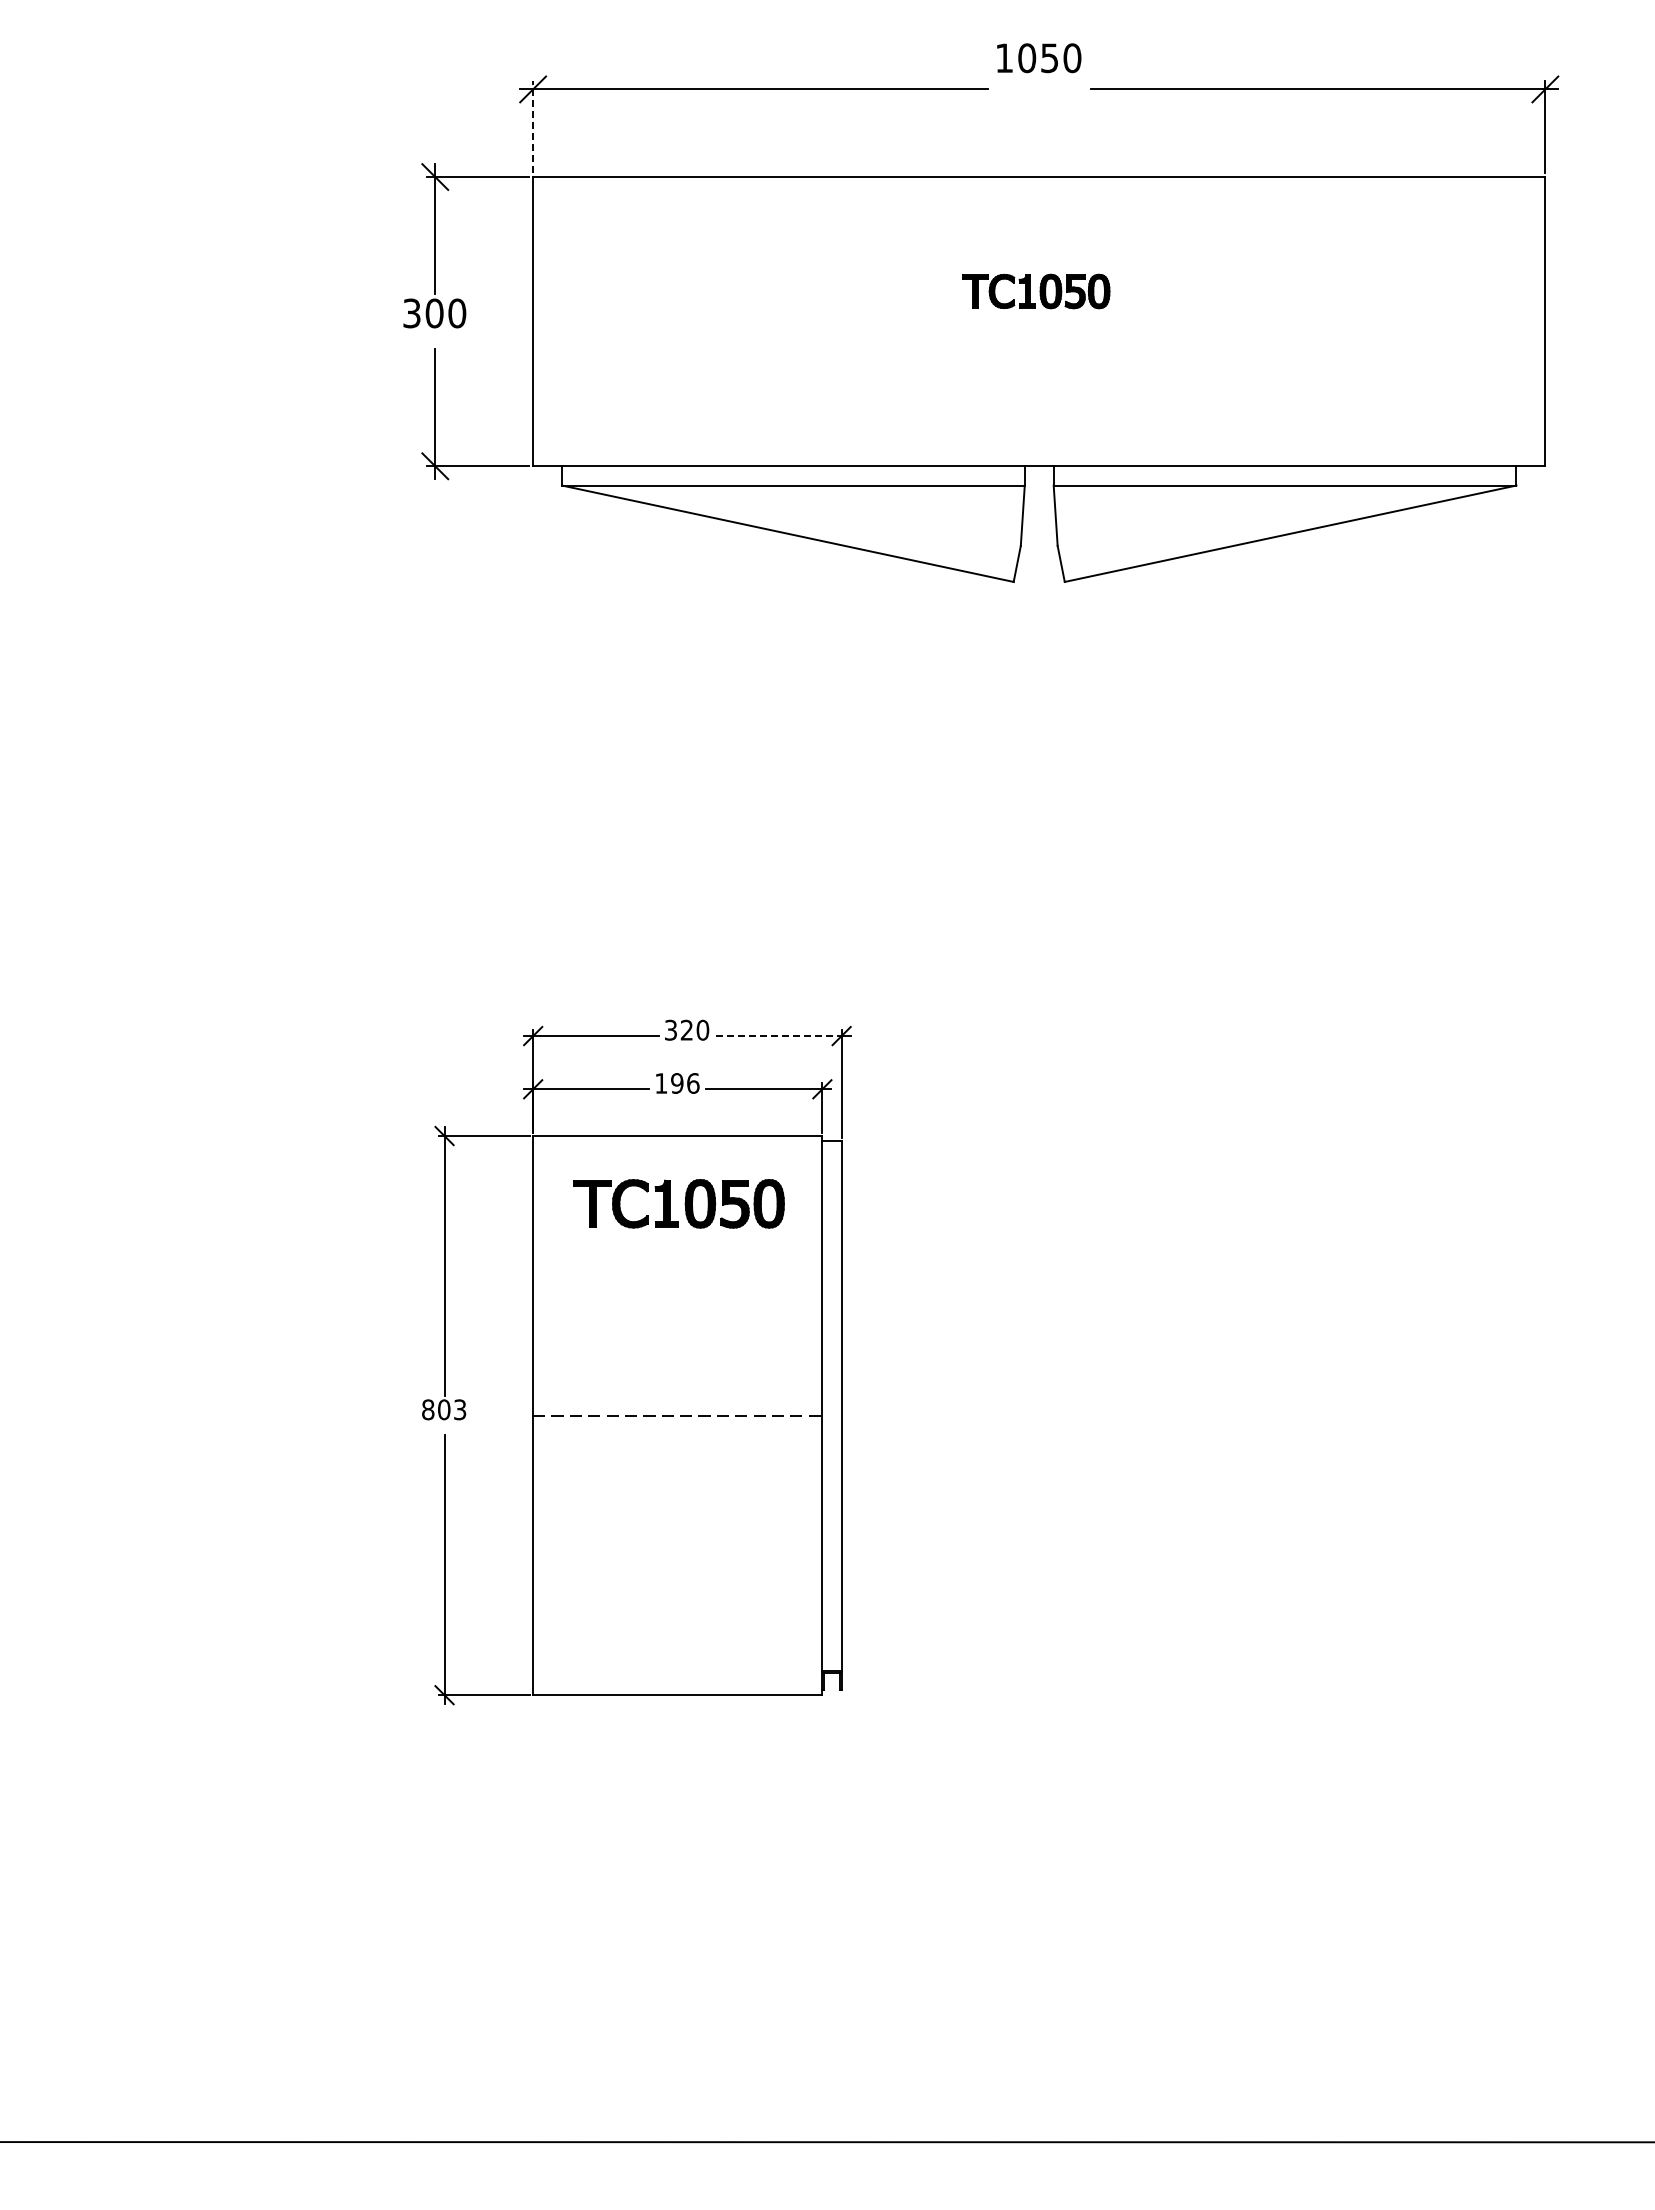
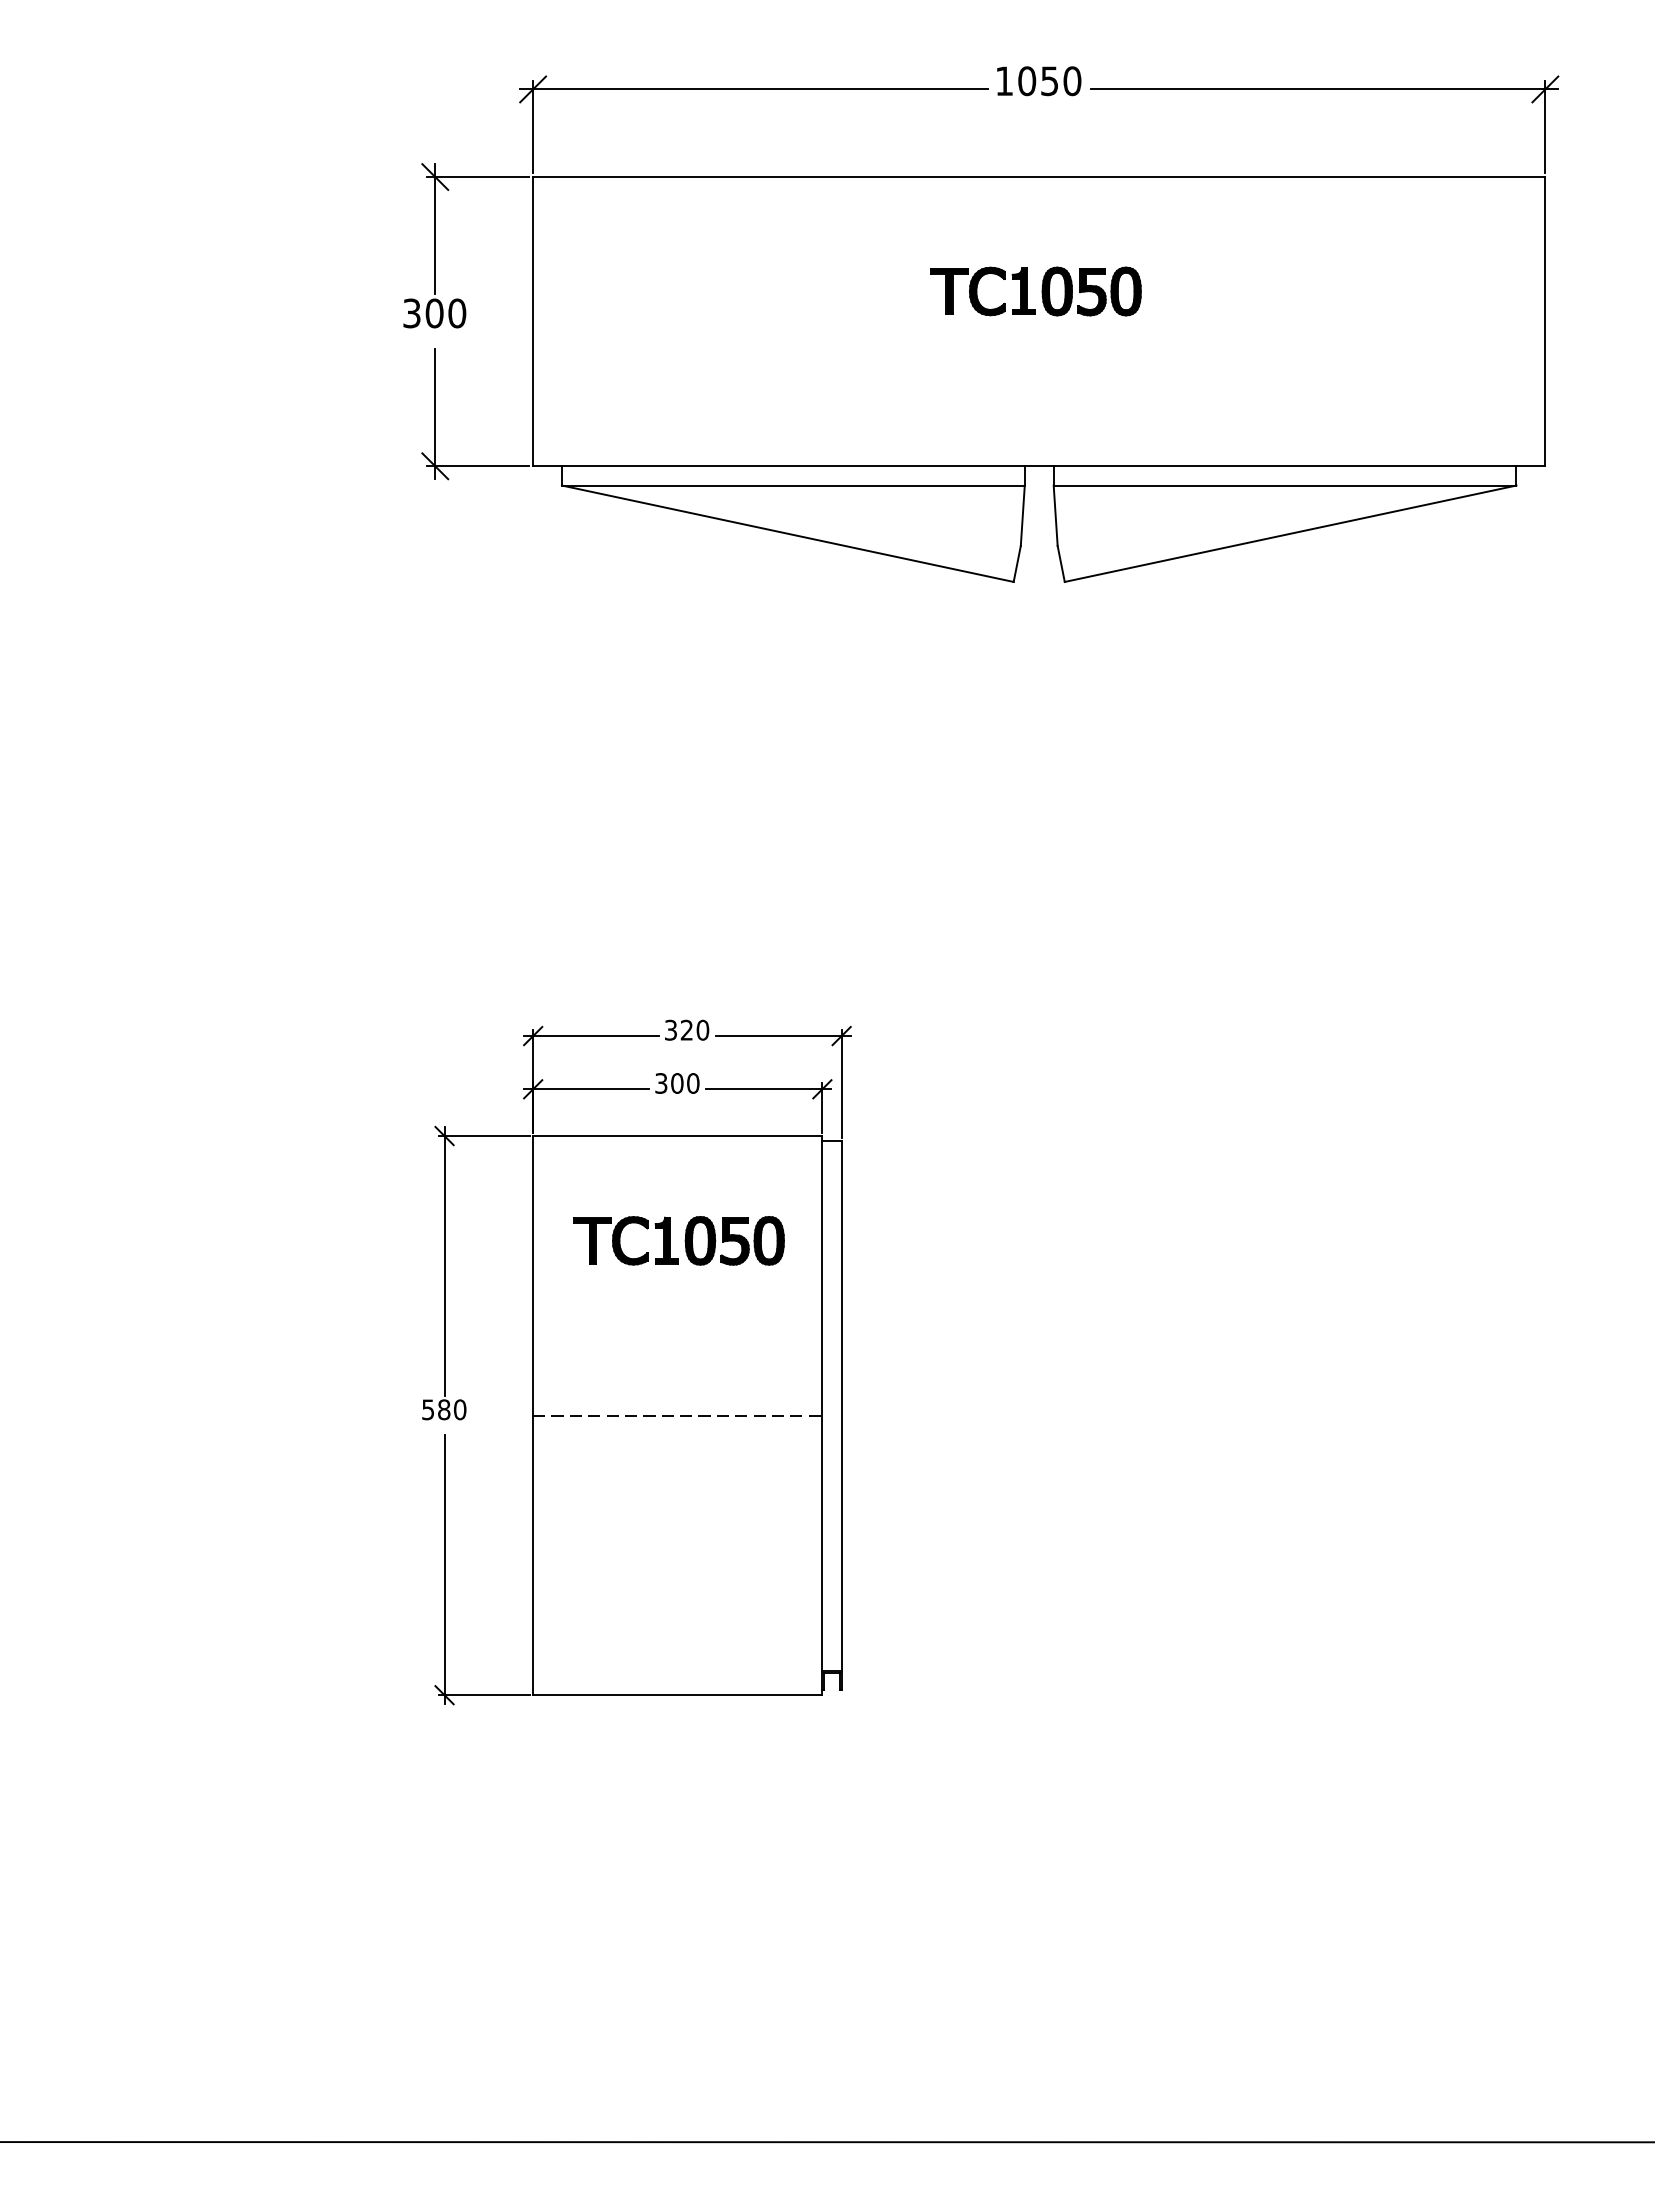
text at (1039, 58) position: (1039, 58) -> (1039, 81)
line at (533, 126): dashed -> solid
part at (1036, 291) size: 149x37 px -> 212x51 px
line at (778, 1036): dashed -> solid
text at (677, 1083): 196 -> 300
part at (678, 1203) position: (678, 1203) -> (678, 1240)
text at (444, 1409): 803 -> 580
